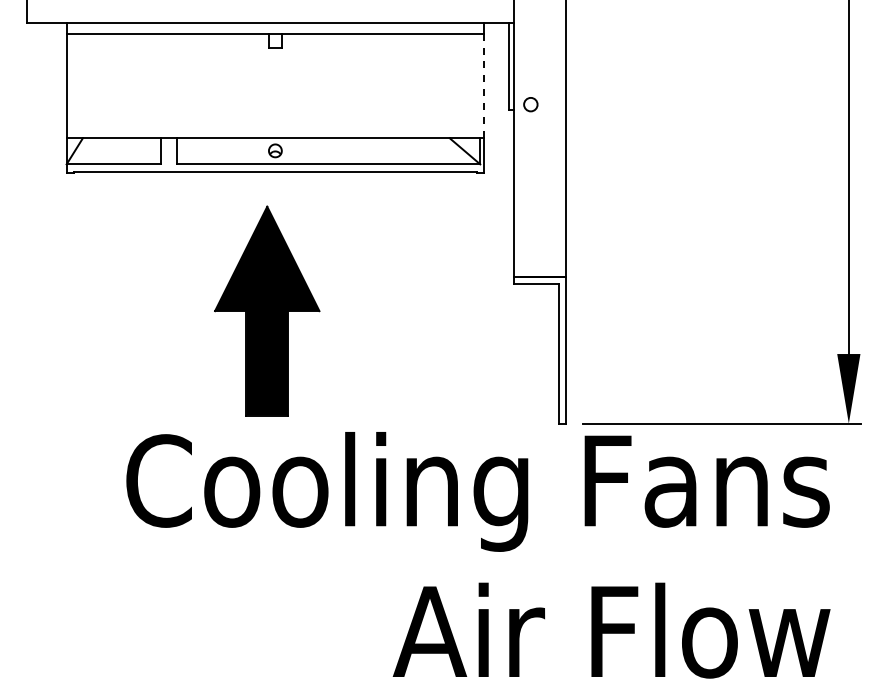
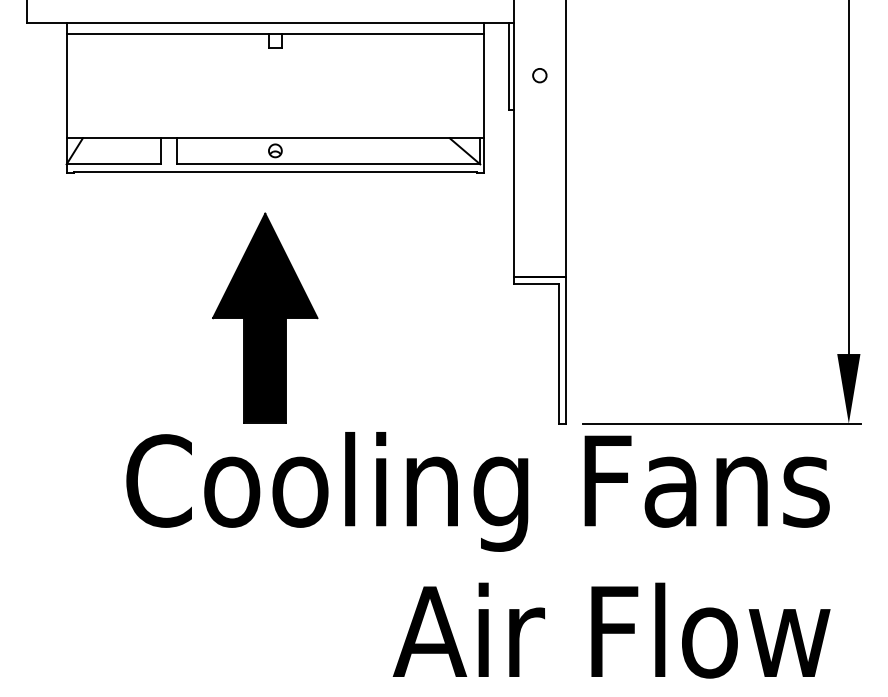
line at (484, 85): dashed -> solid
circle at (530, 104) position: (530, 104) -> (539, 75)
part at (267, 310) position: (267, 310) -> (265, 317)
